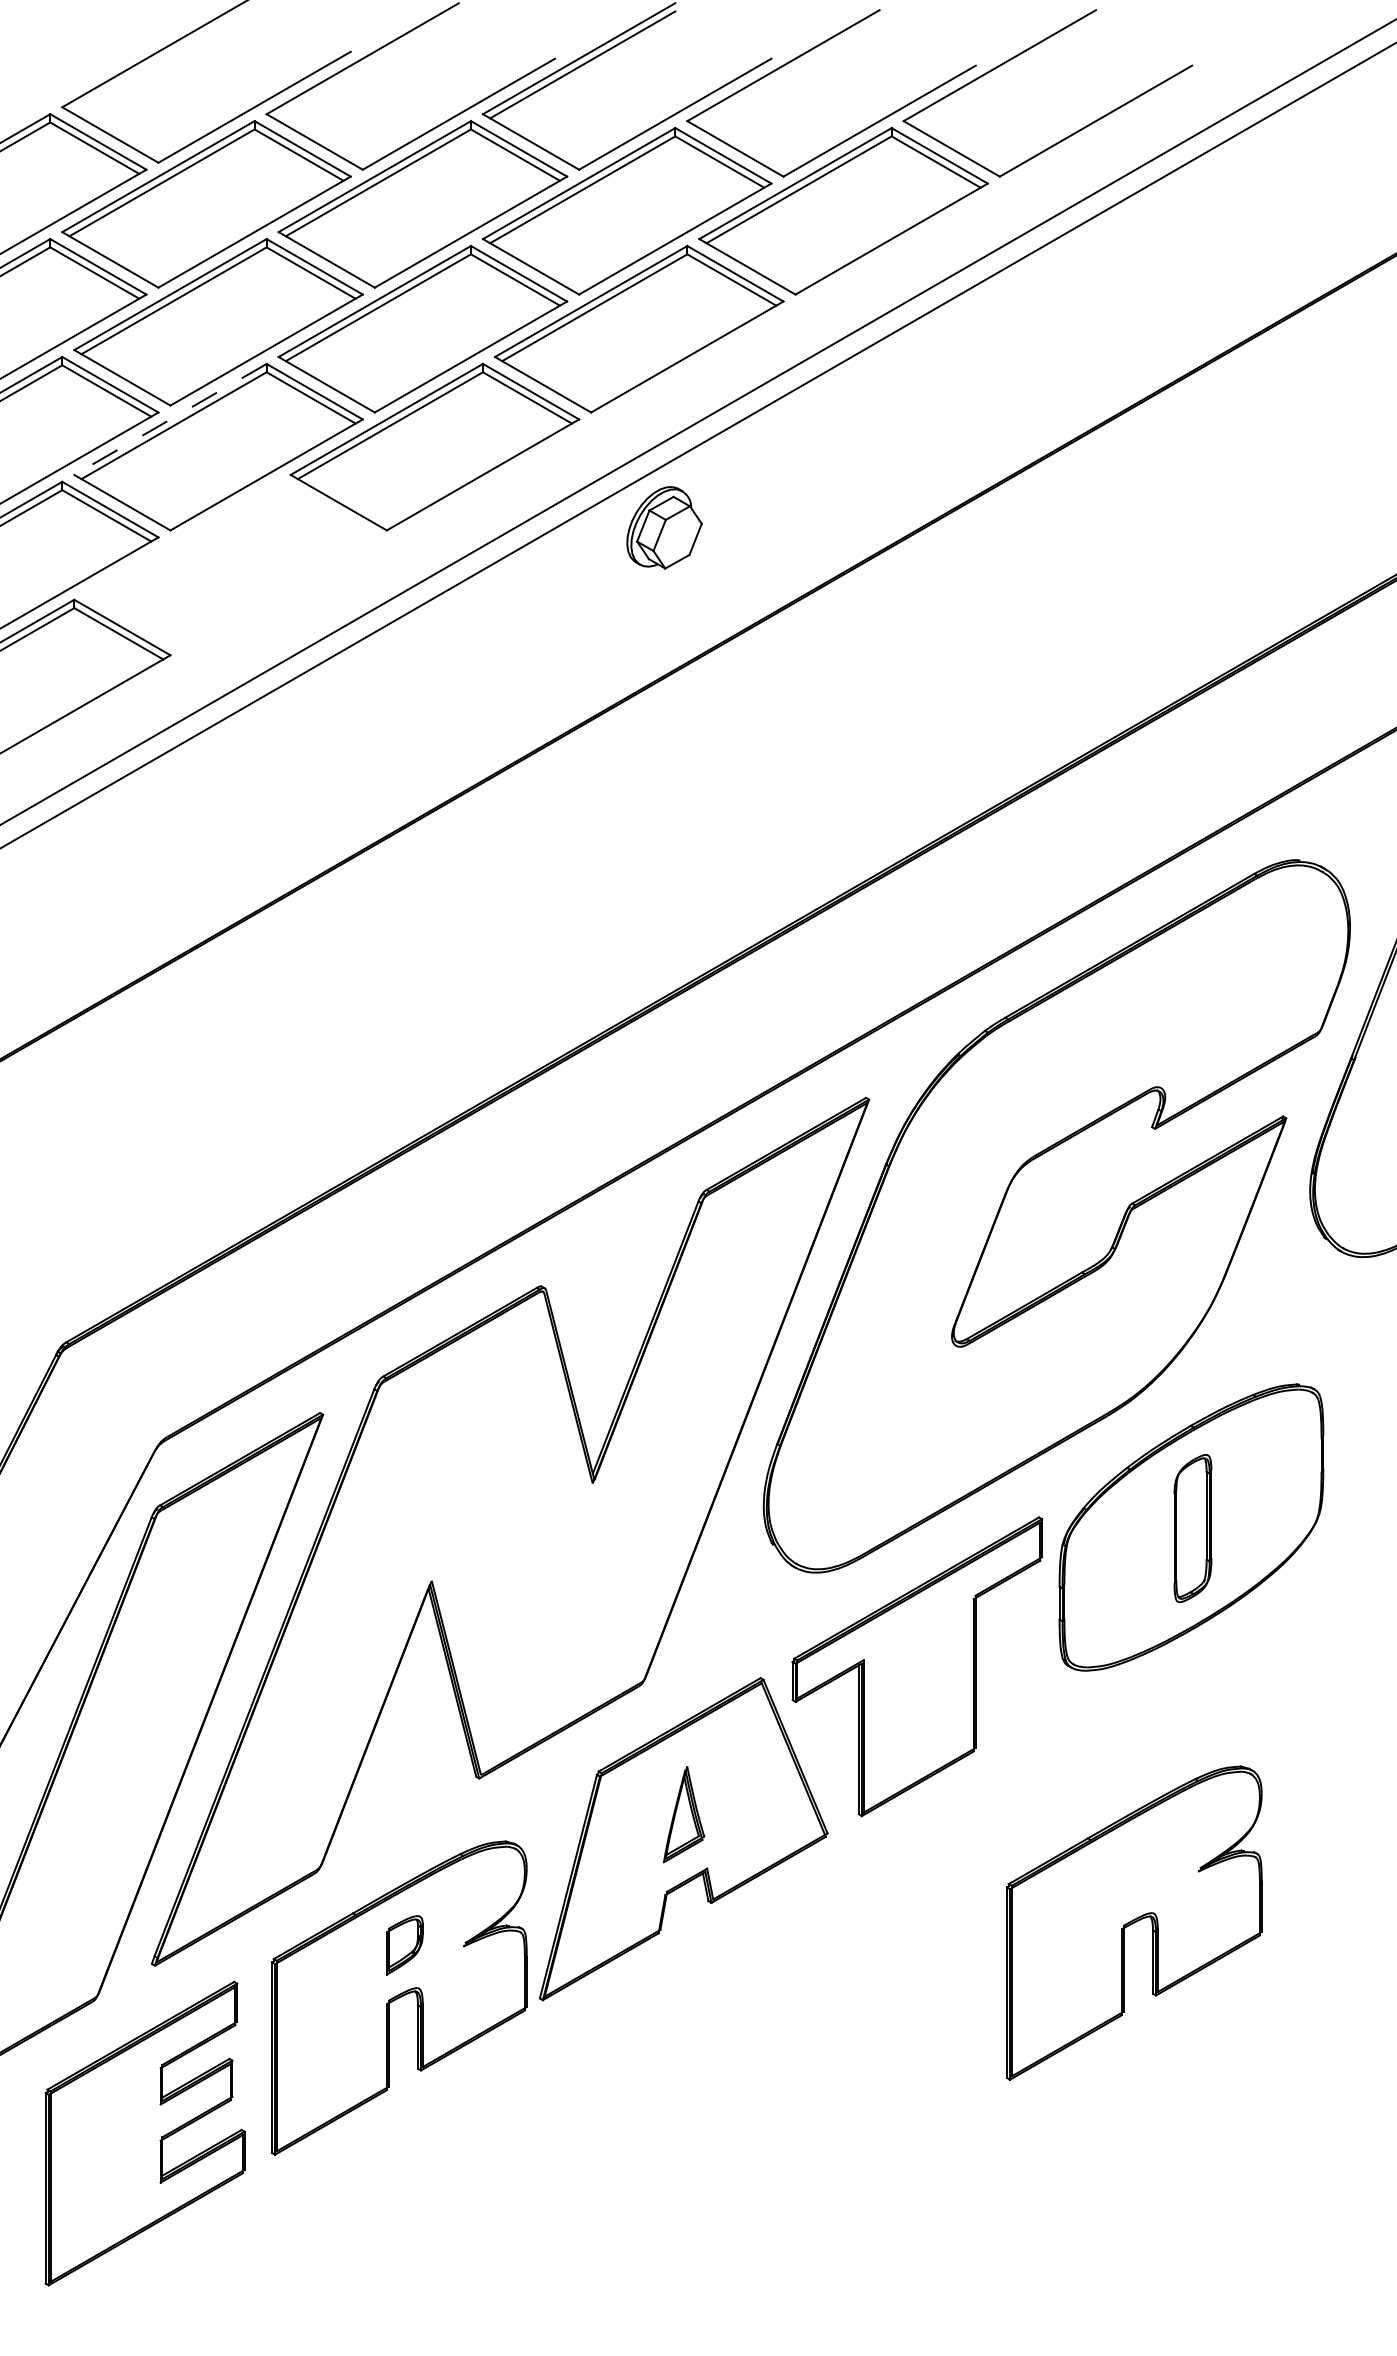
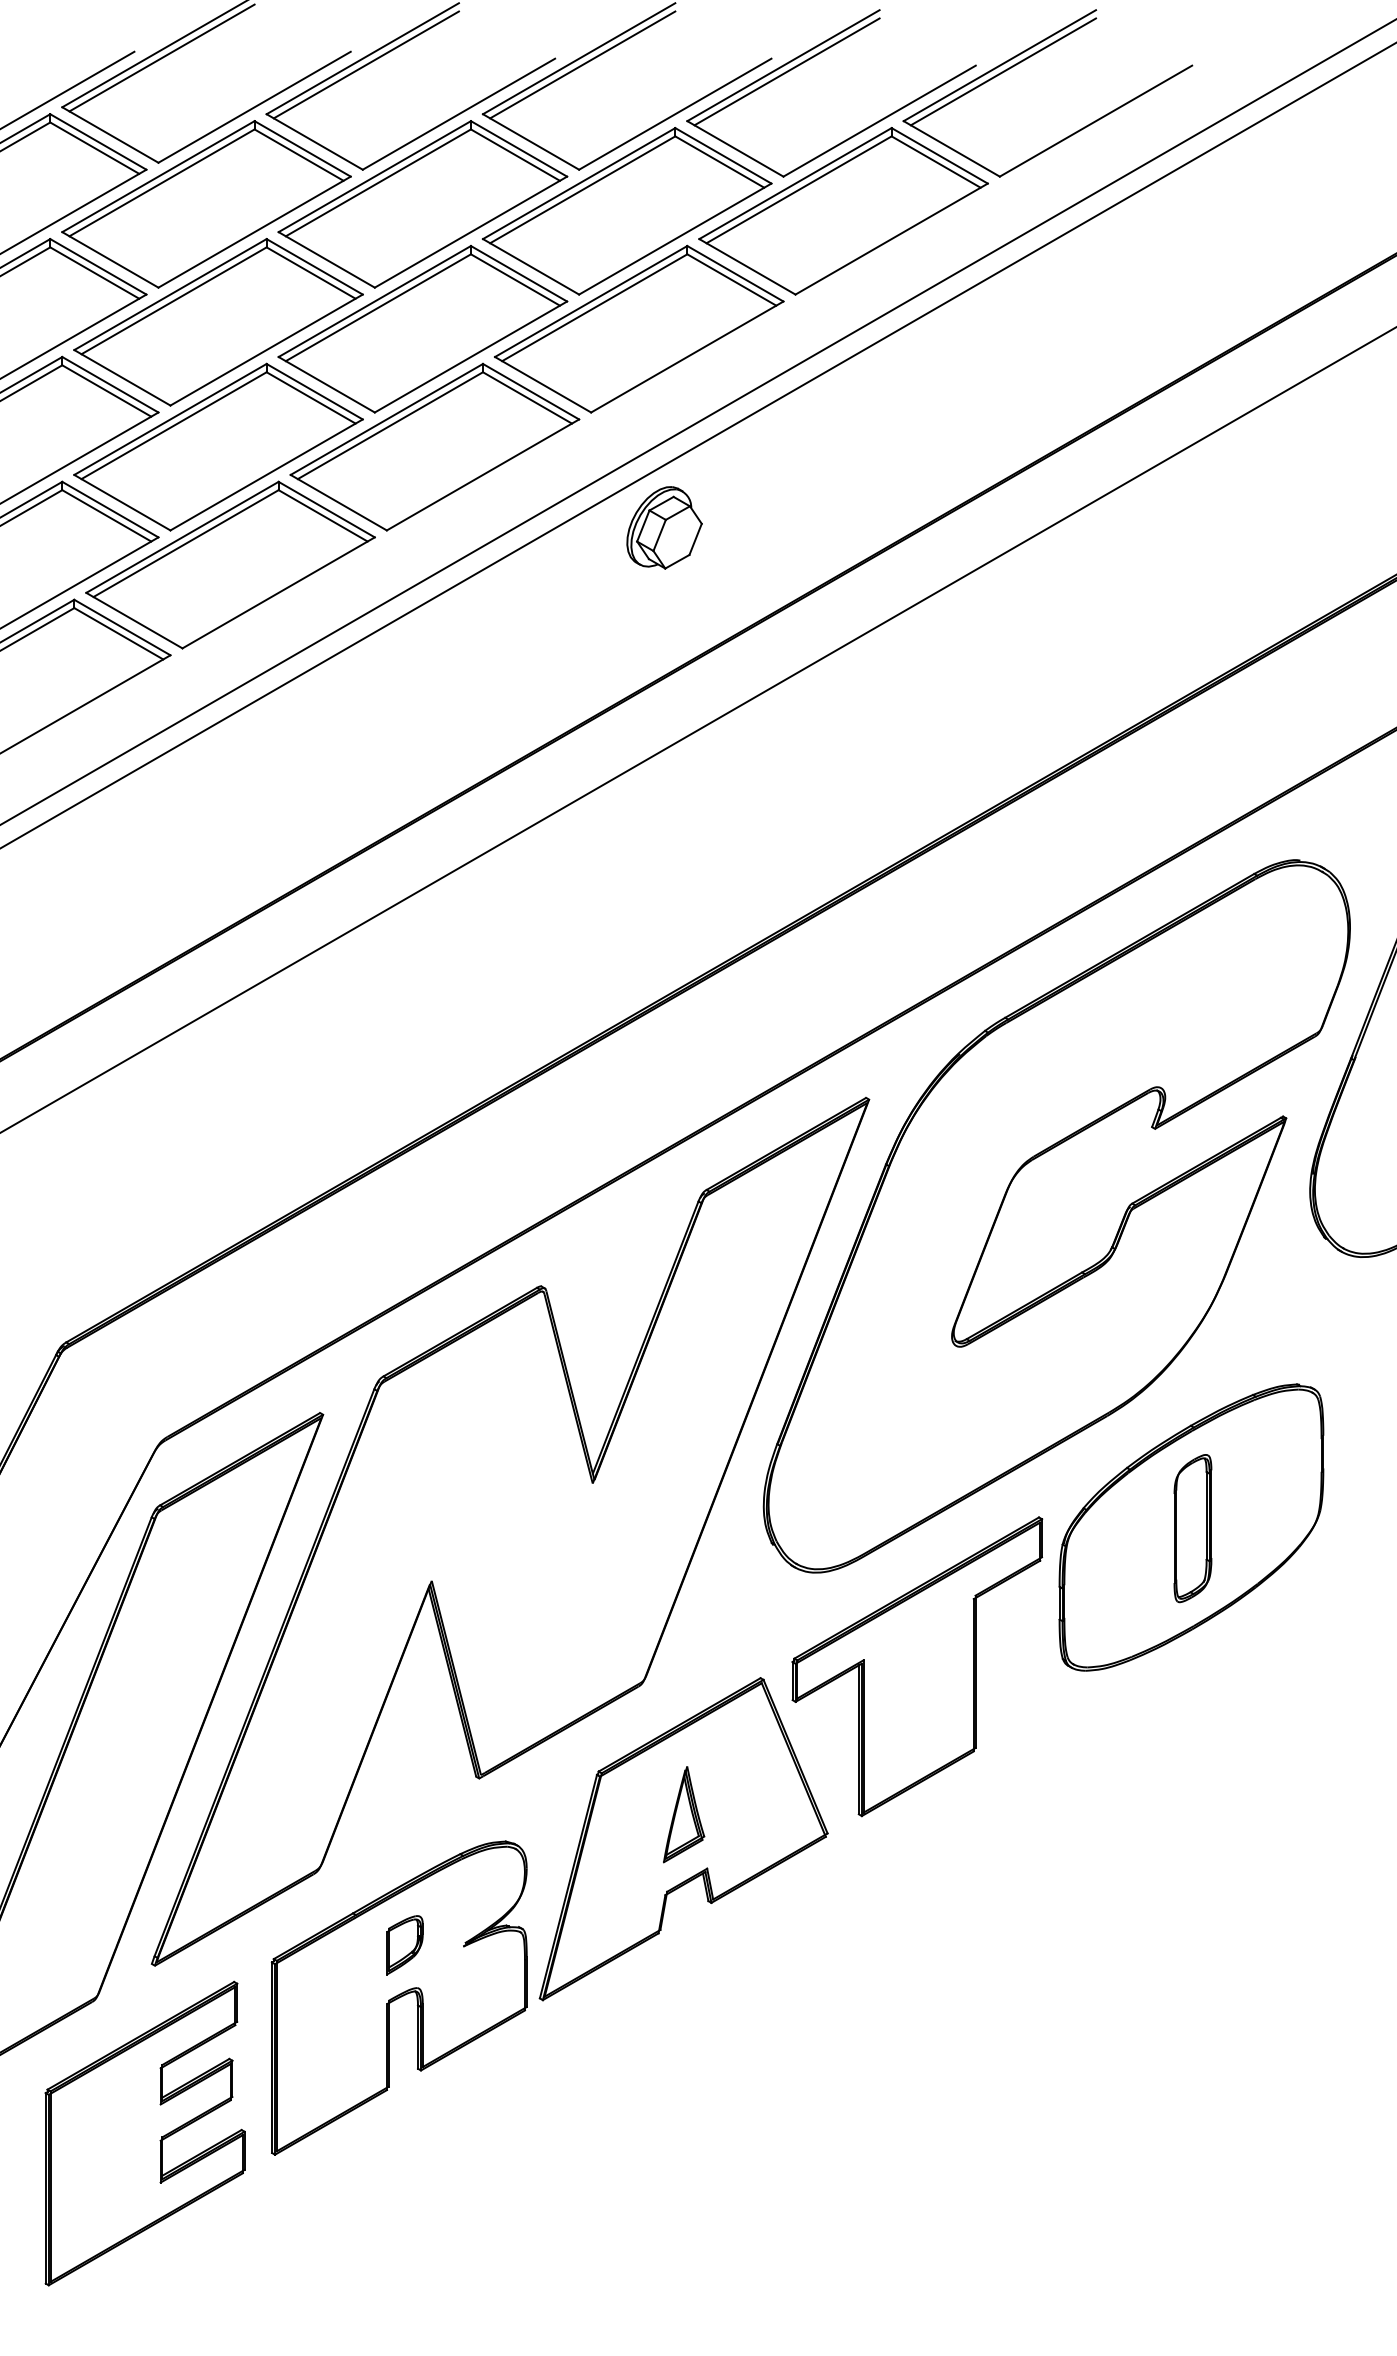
line at (161, 57): none -> present
line at (365, 64): none -> present
line at (786, 71): none -> present
line at (1003, 71): none -> present
line at (68, 89): none -> present
line at (170, 419): dashed -> solid
part at (230, 564): none -> present
line at (697, 730): none -> present
part at (1133, 1922): present -> none
